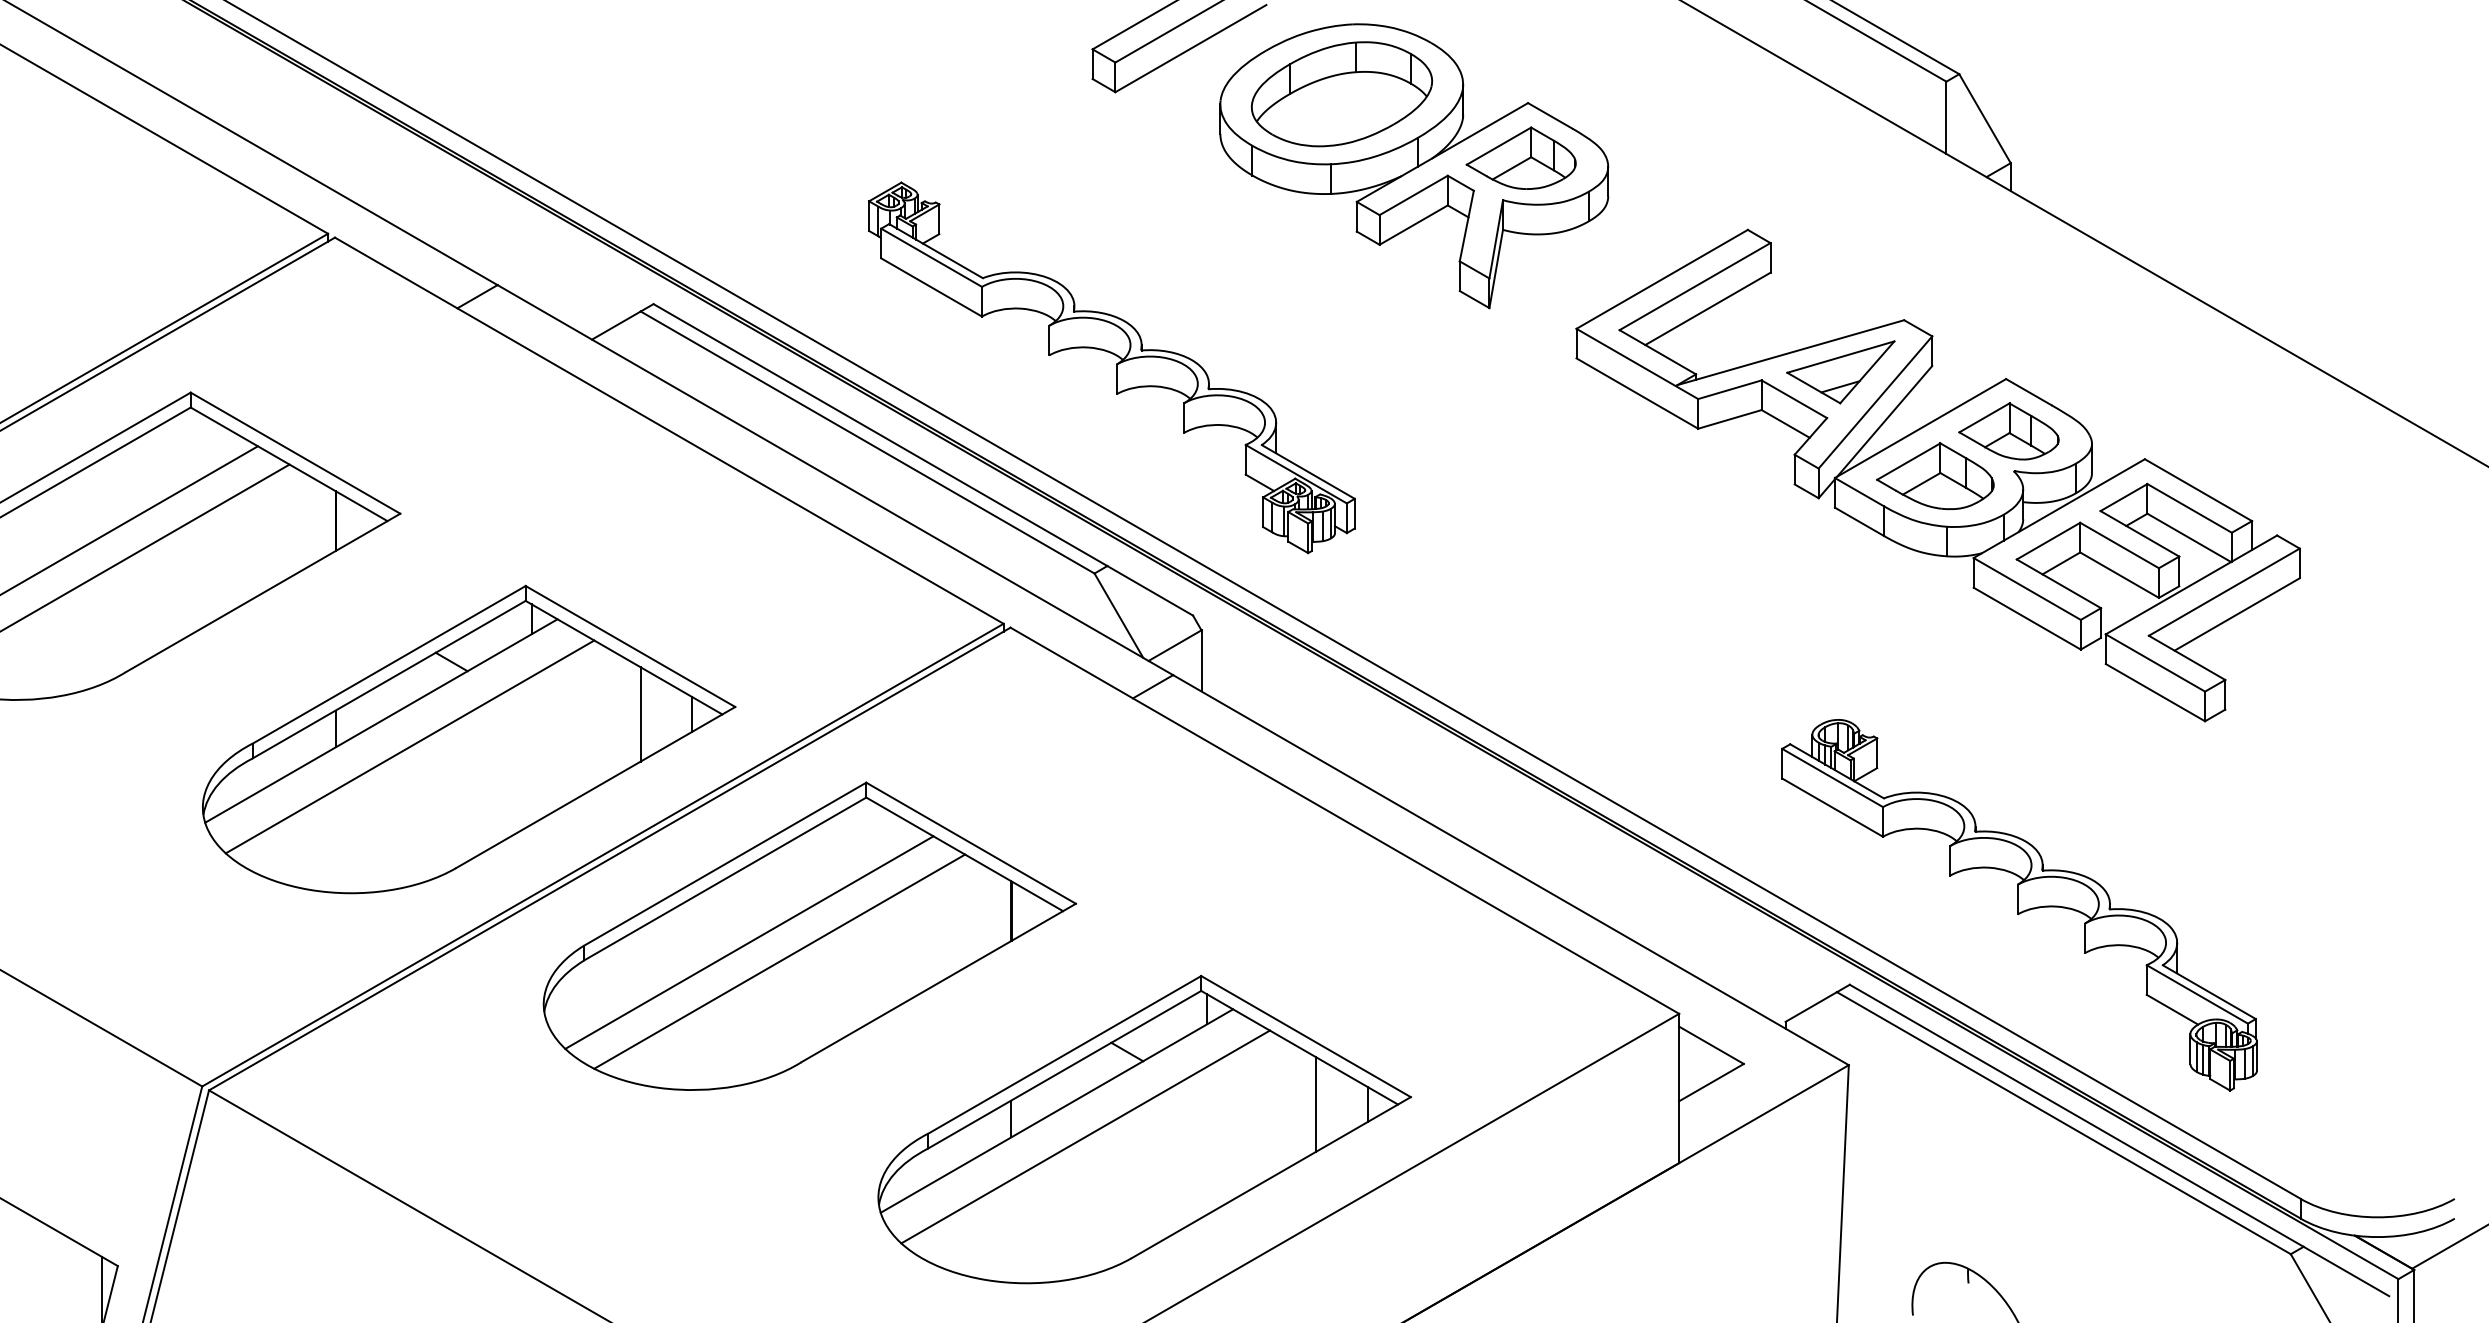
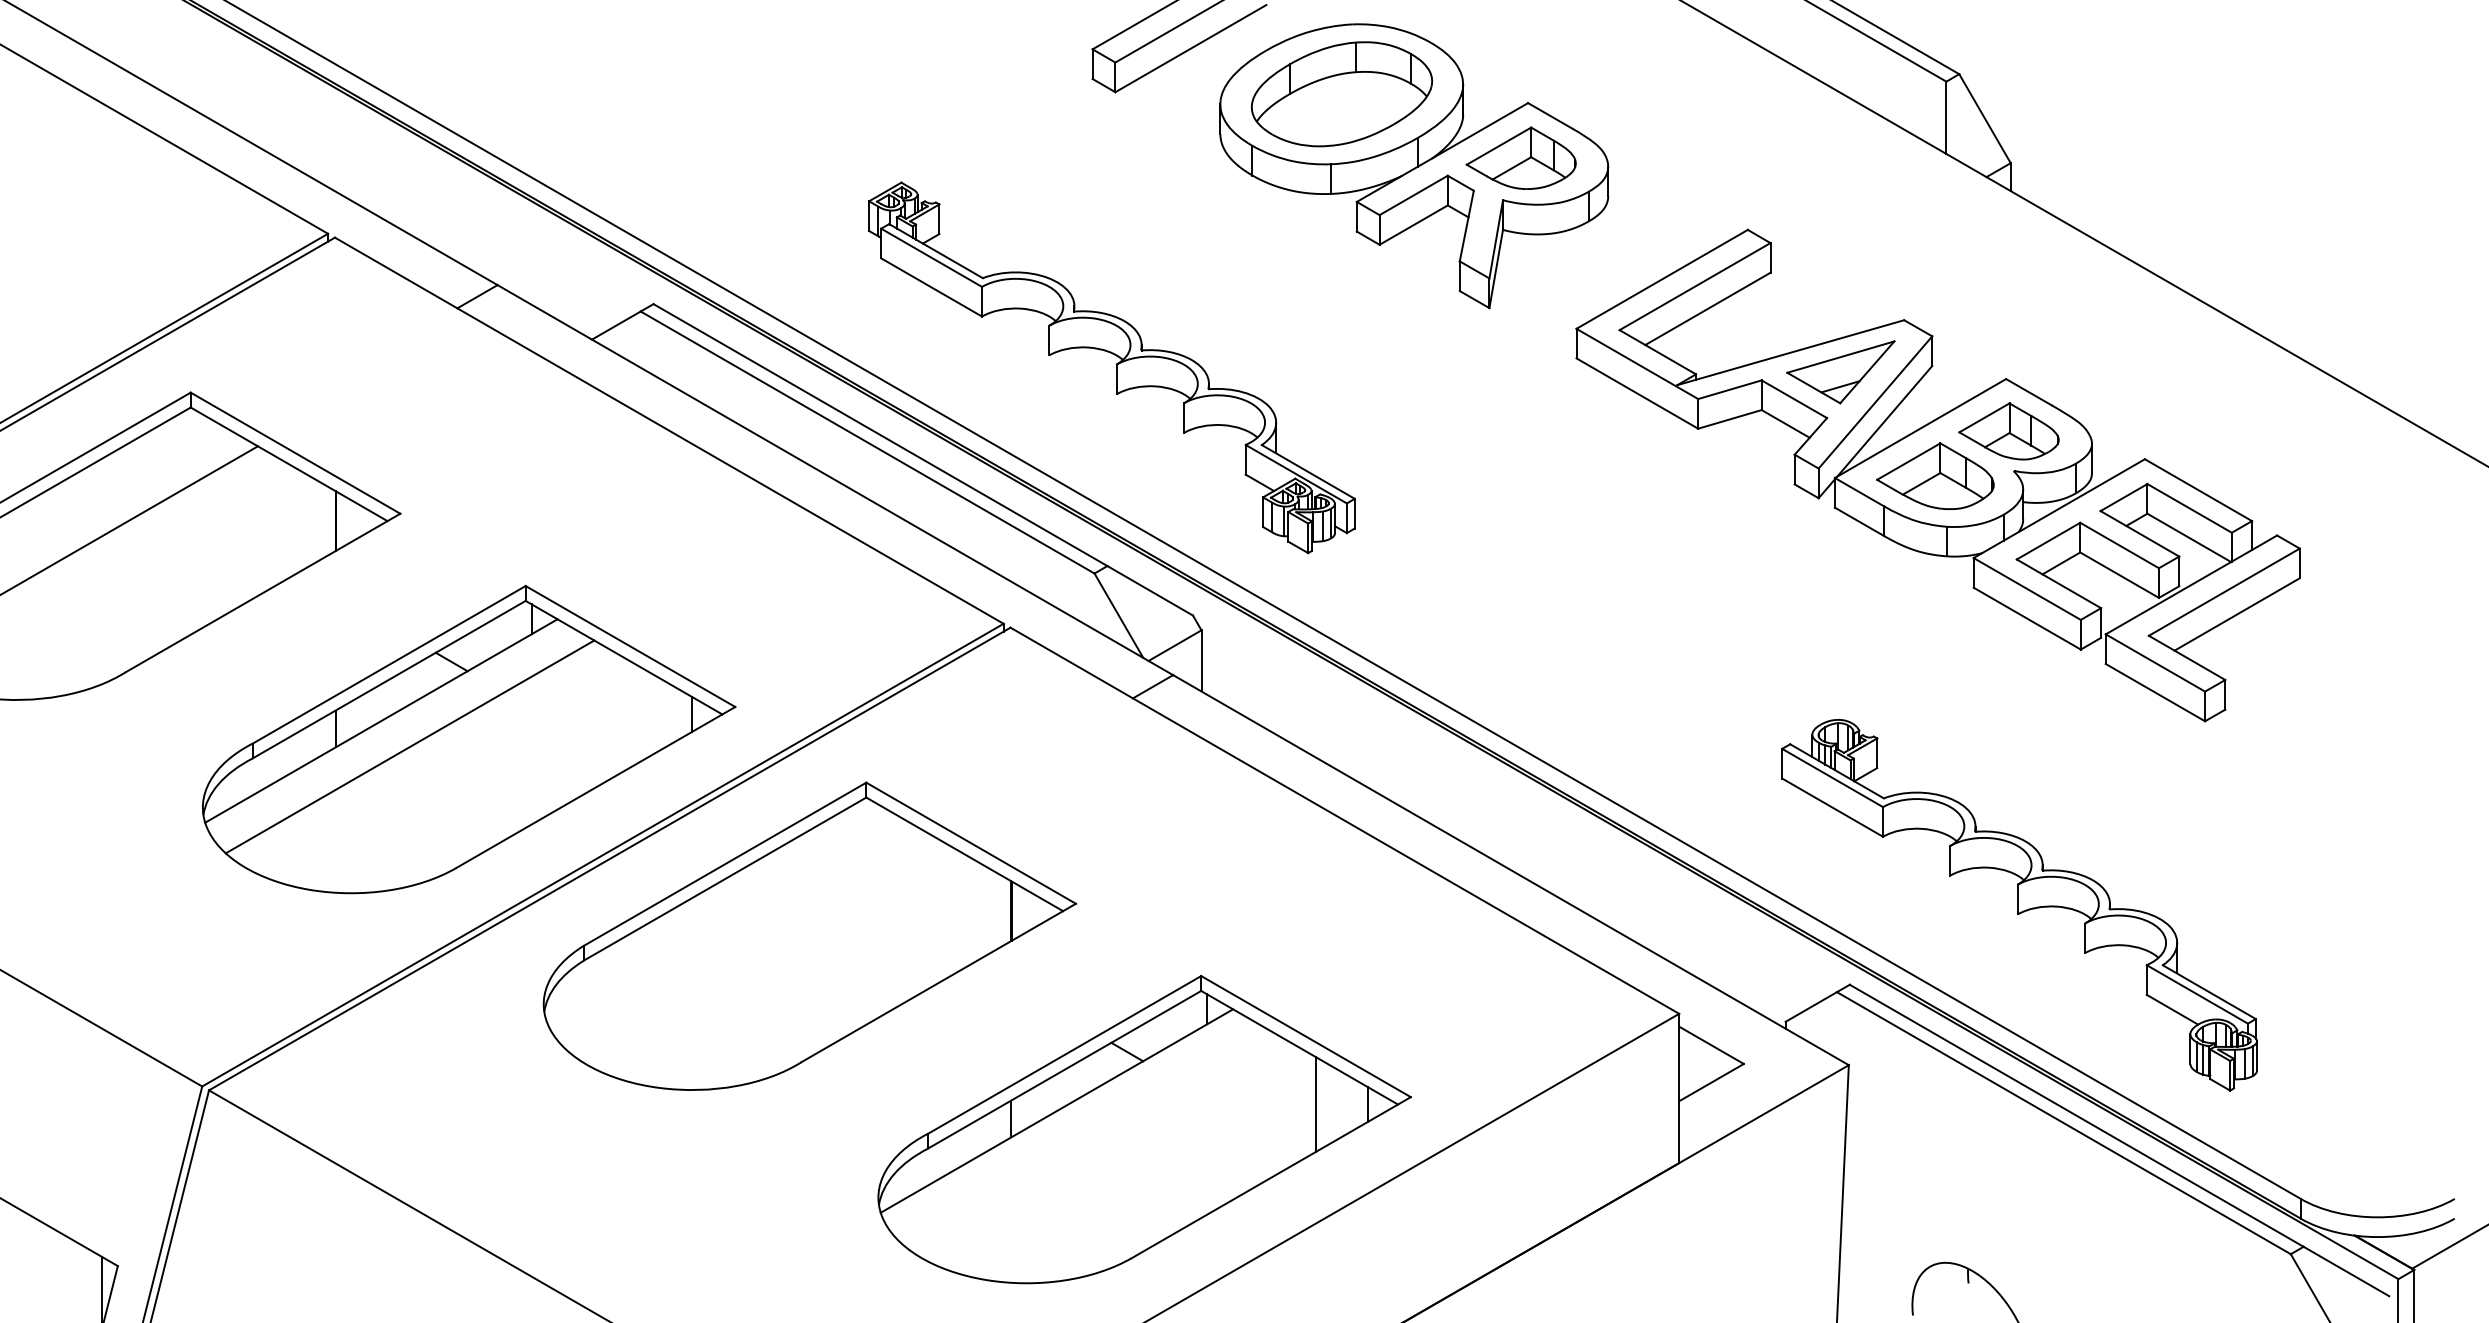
line at (145, 547): present -> none
line at (640, 714): present -> none
line at (749, 942): present -> none
line at (779, 961): present -> none
line at (1085, 1136): present -> none
